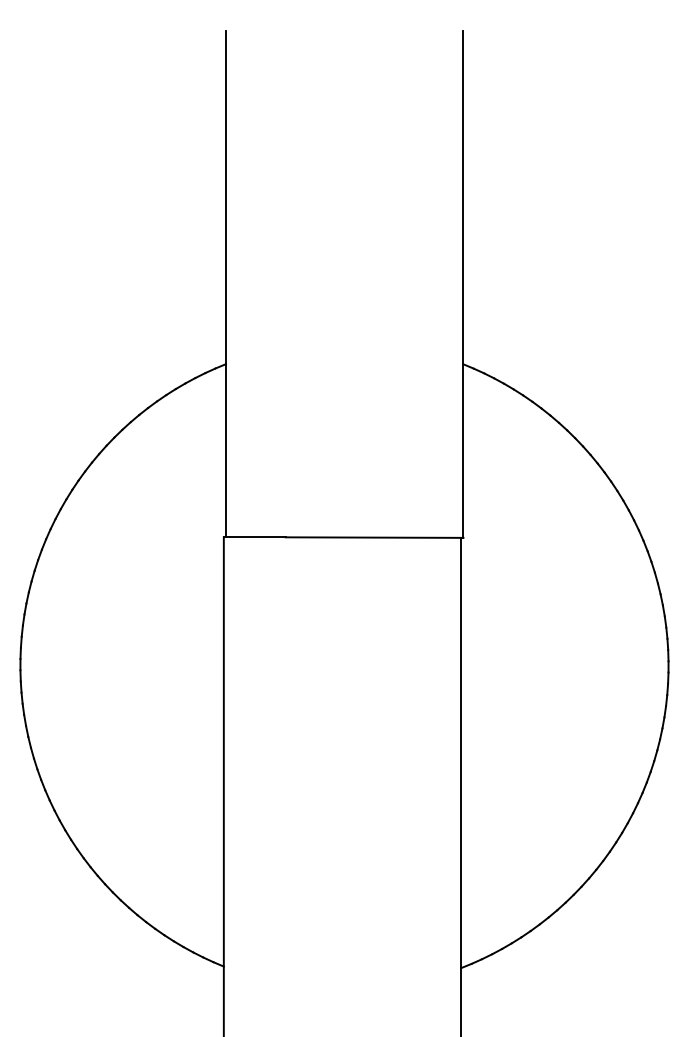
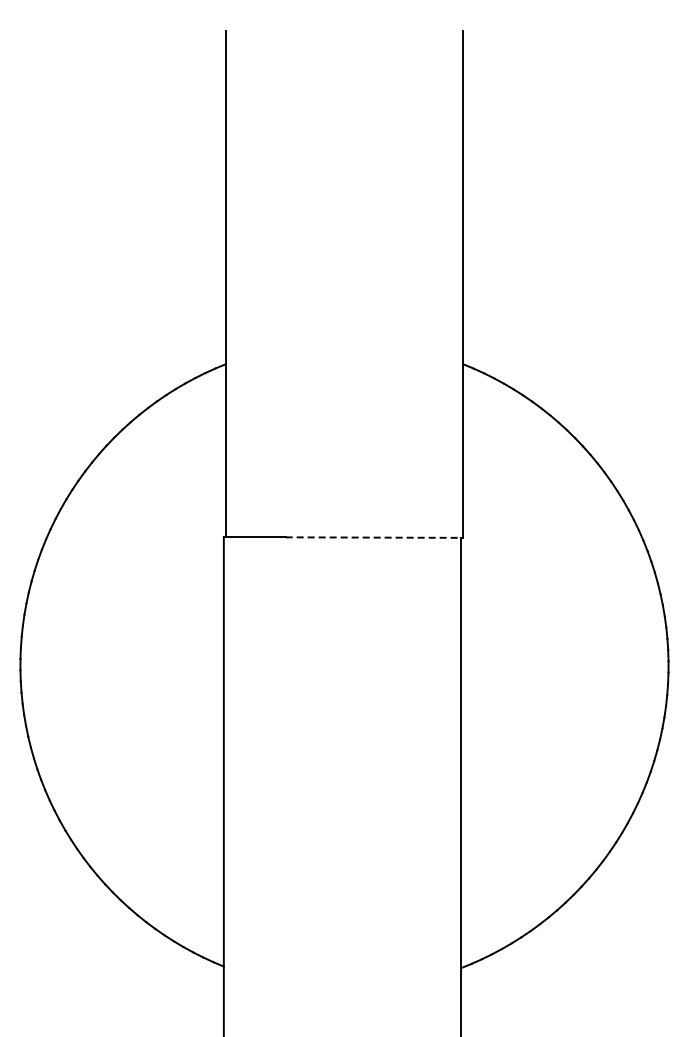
line at (374, 537): solid -> dashed
